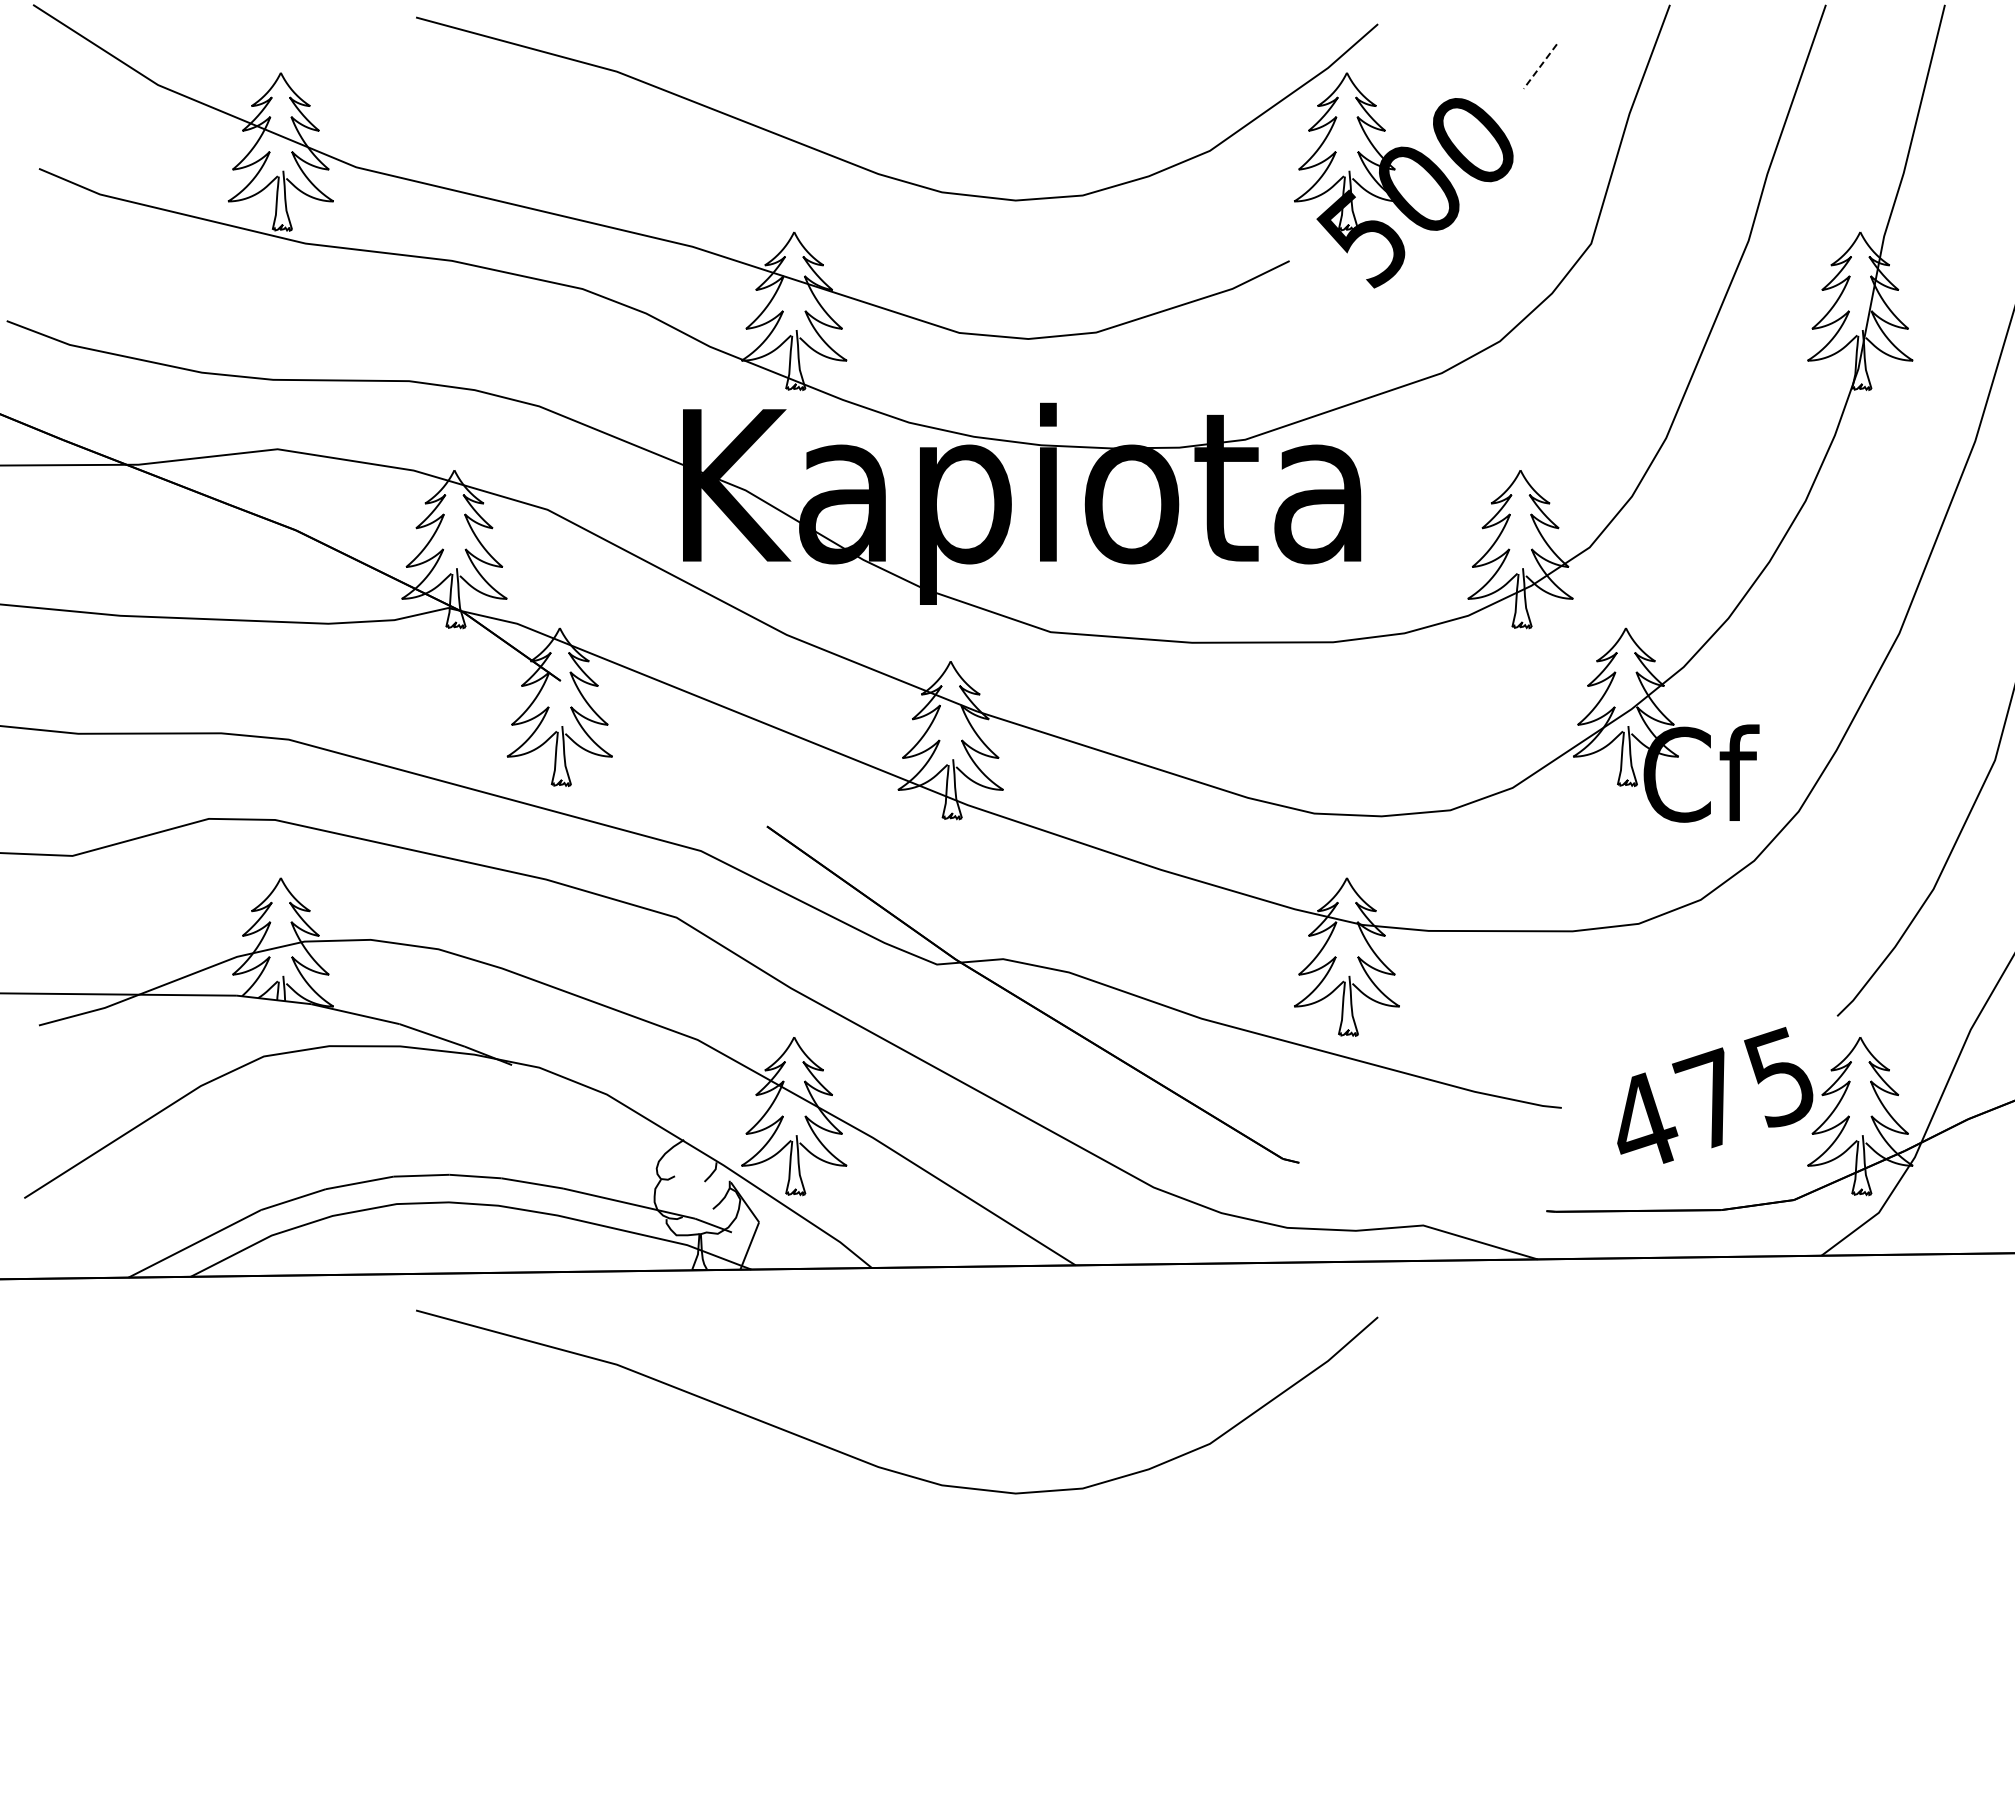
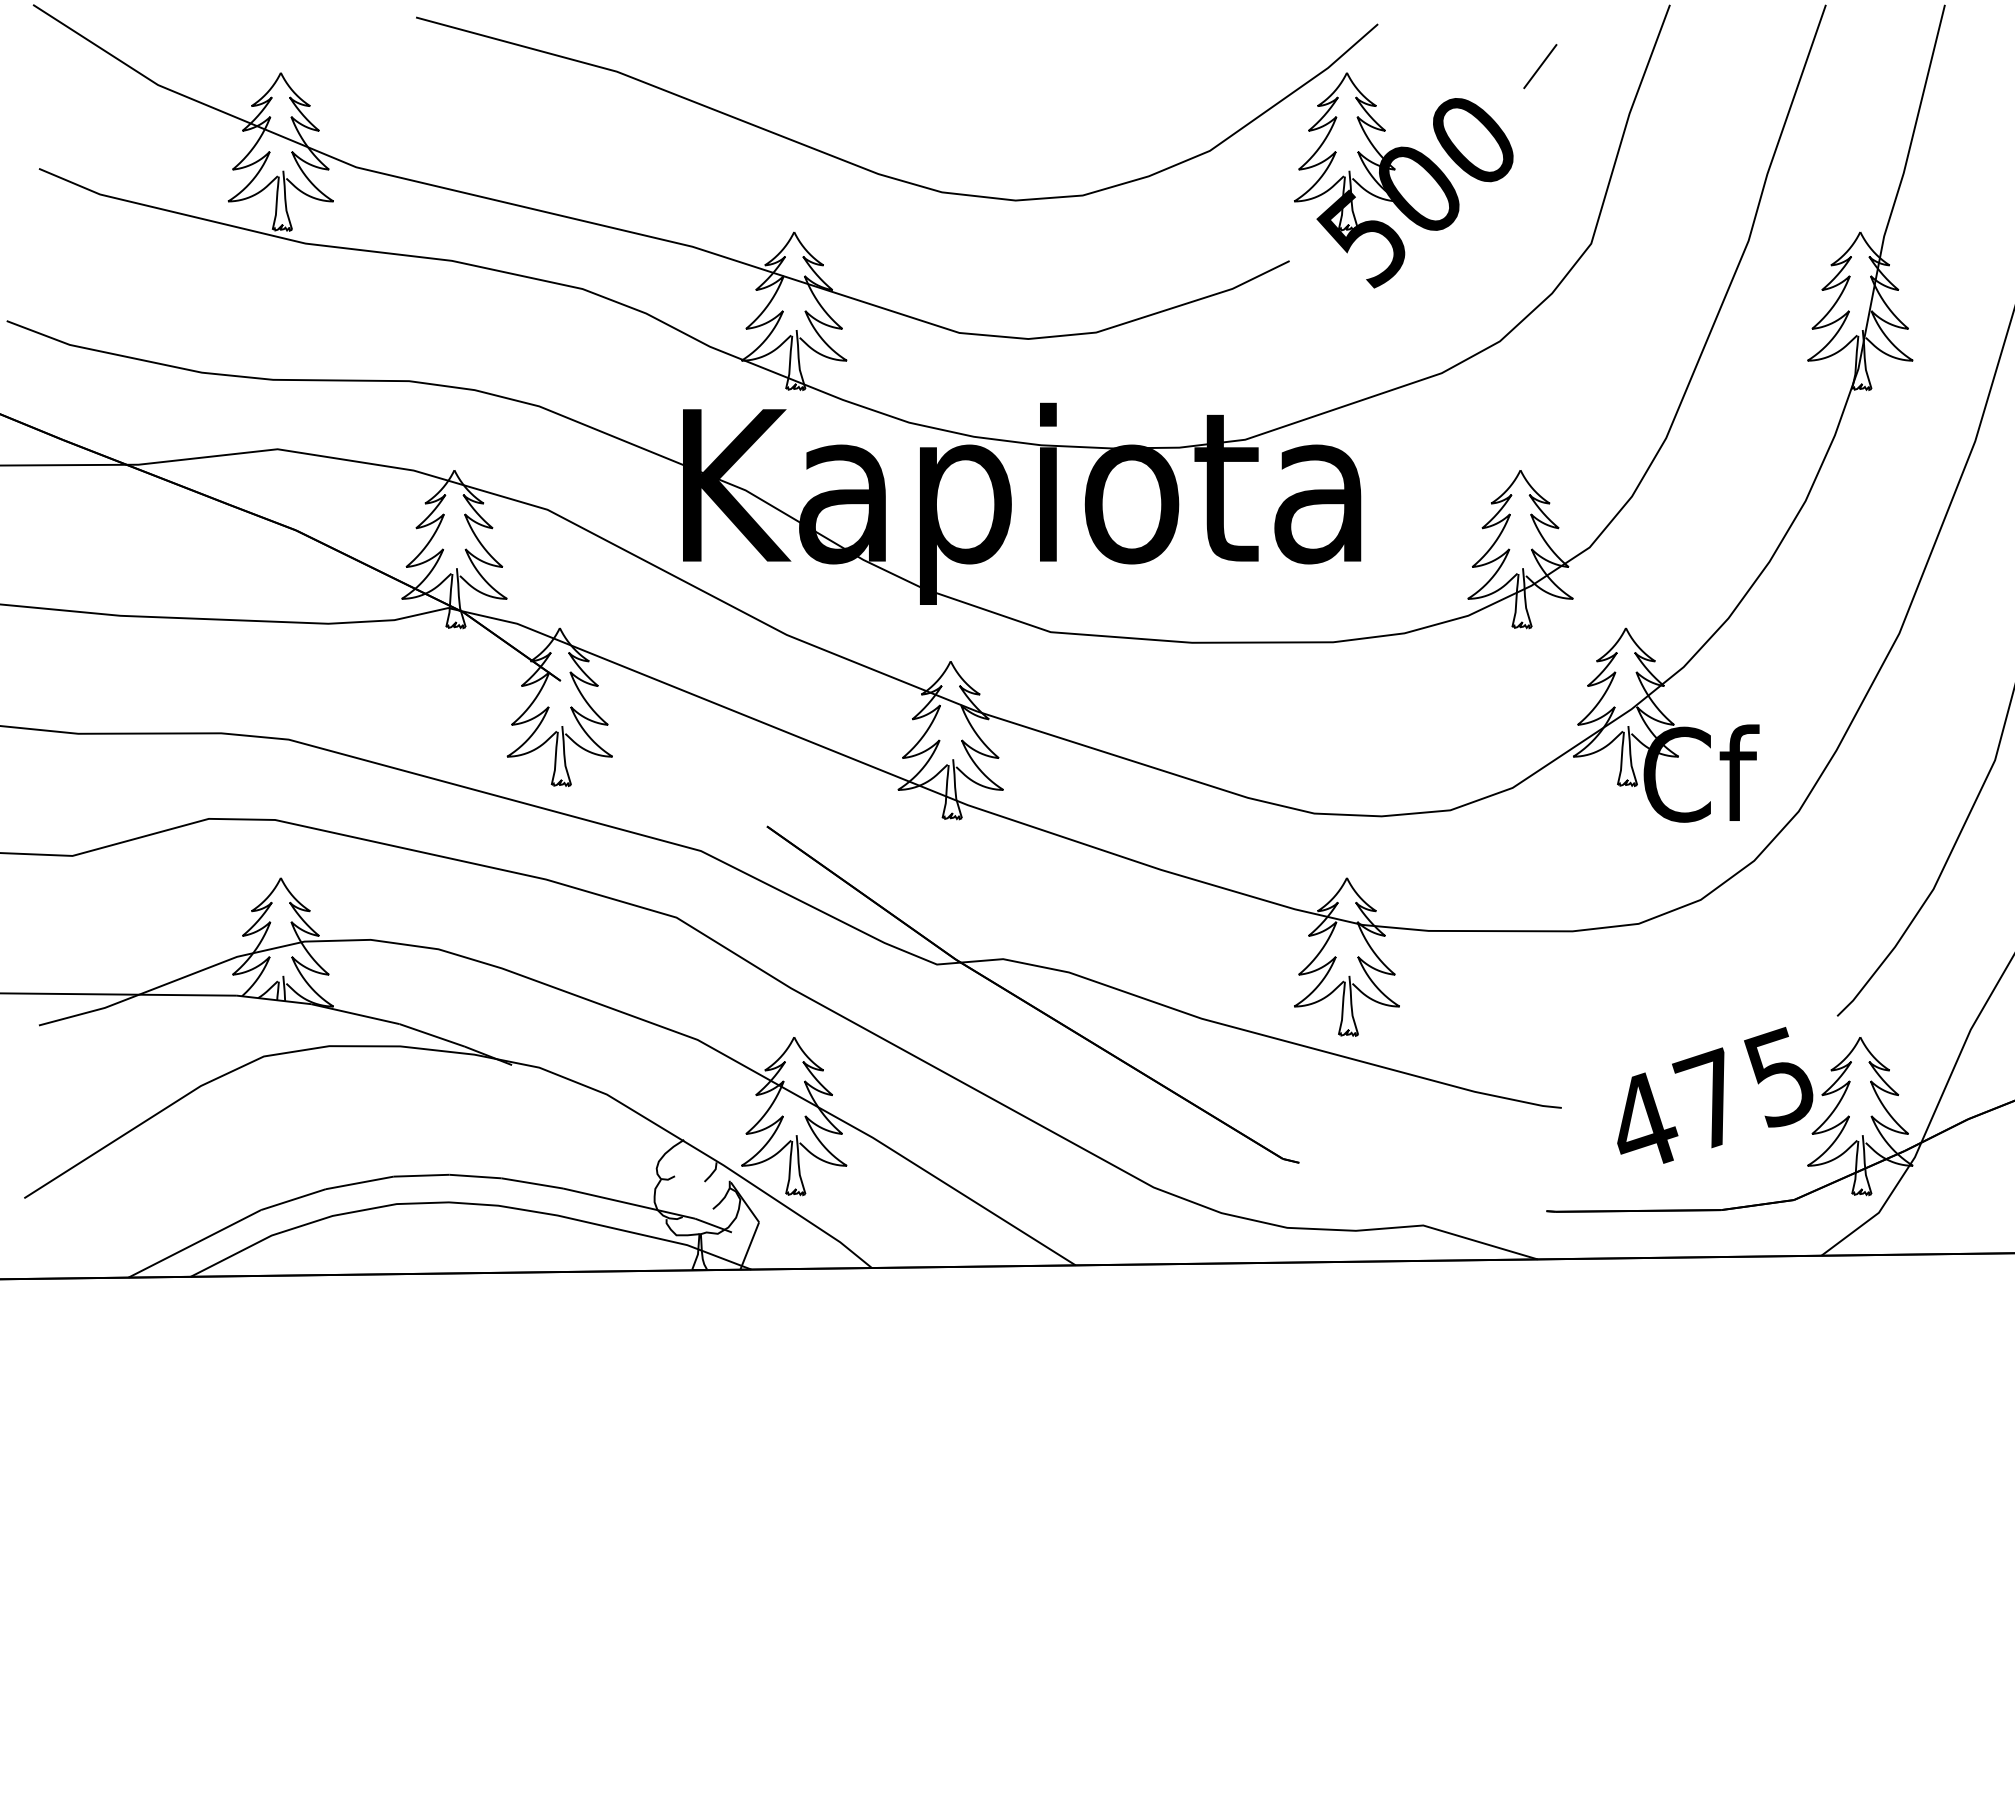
line at (1540, 66): dashed -> solid
curve at (875, 1464): present -> none
